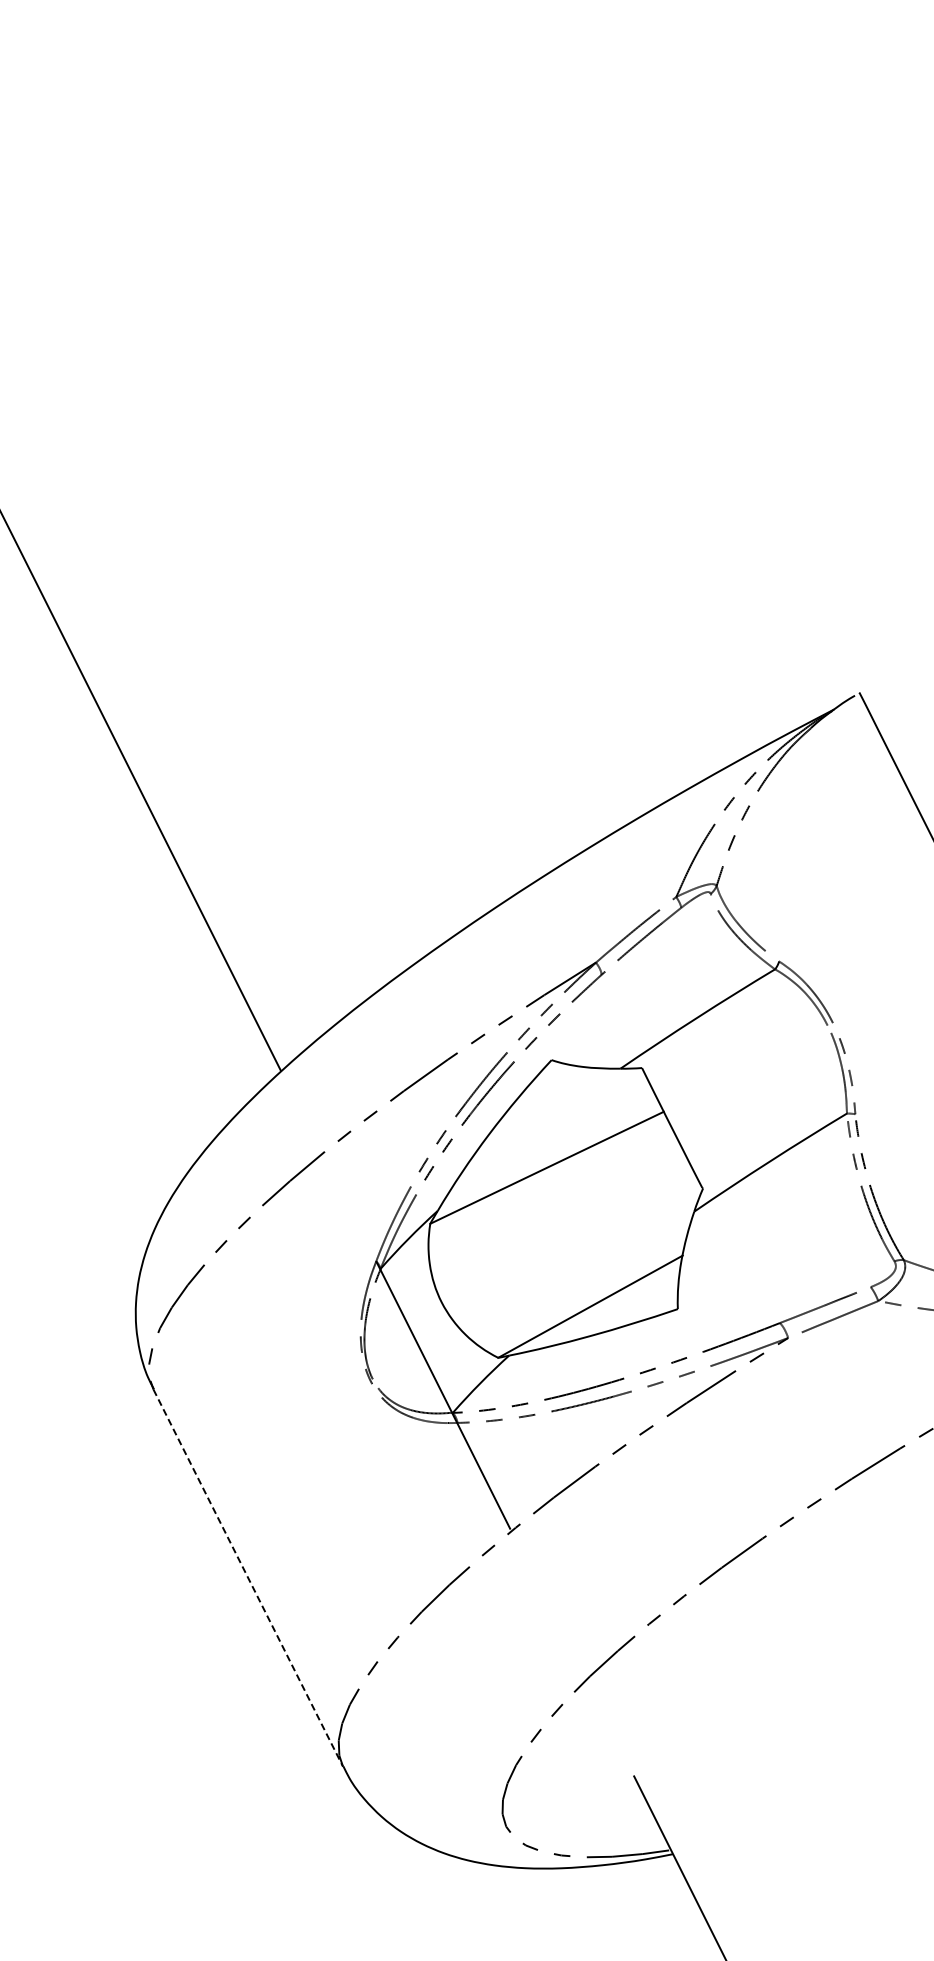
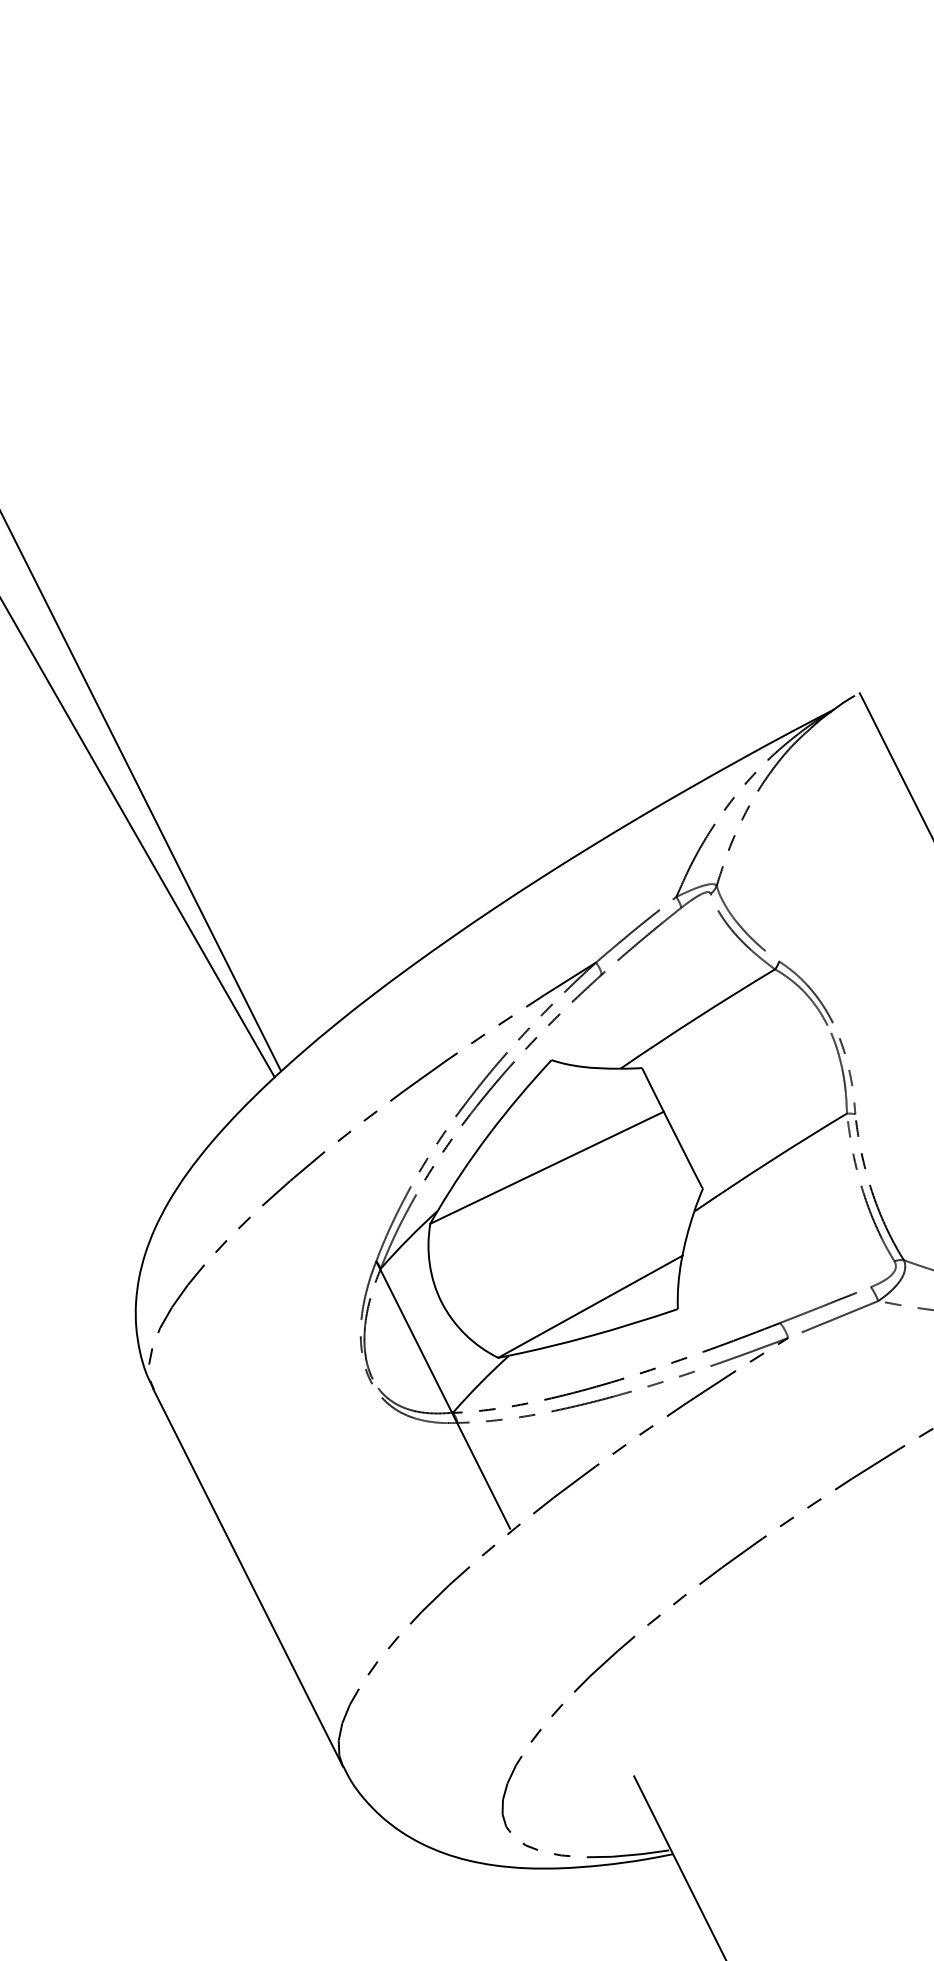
line at (138, 838): none -> present
line at (248, 1578): dashed -> solid
